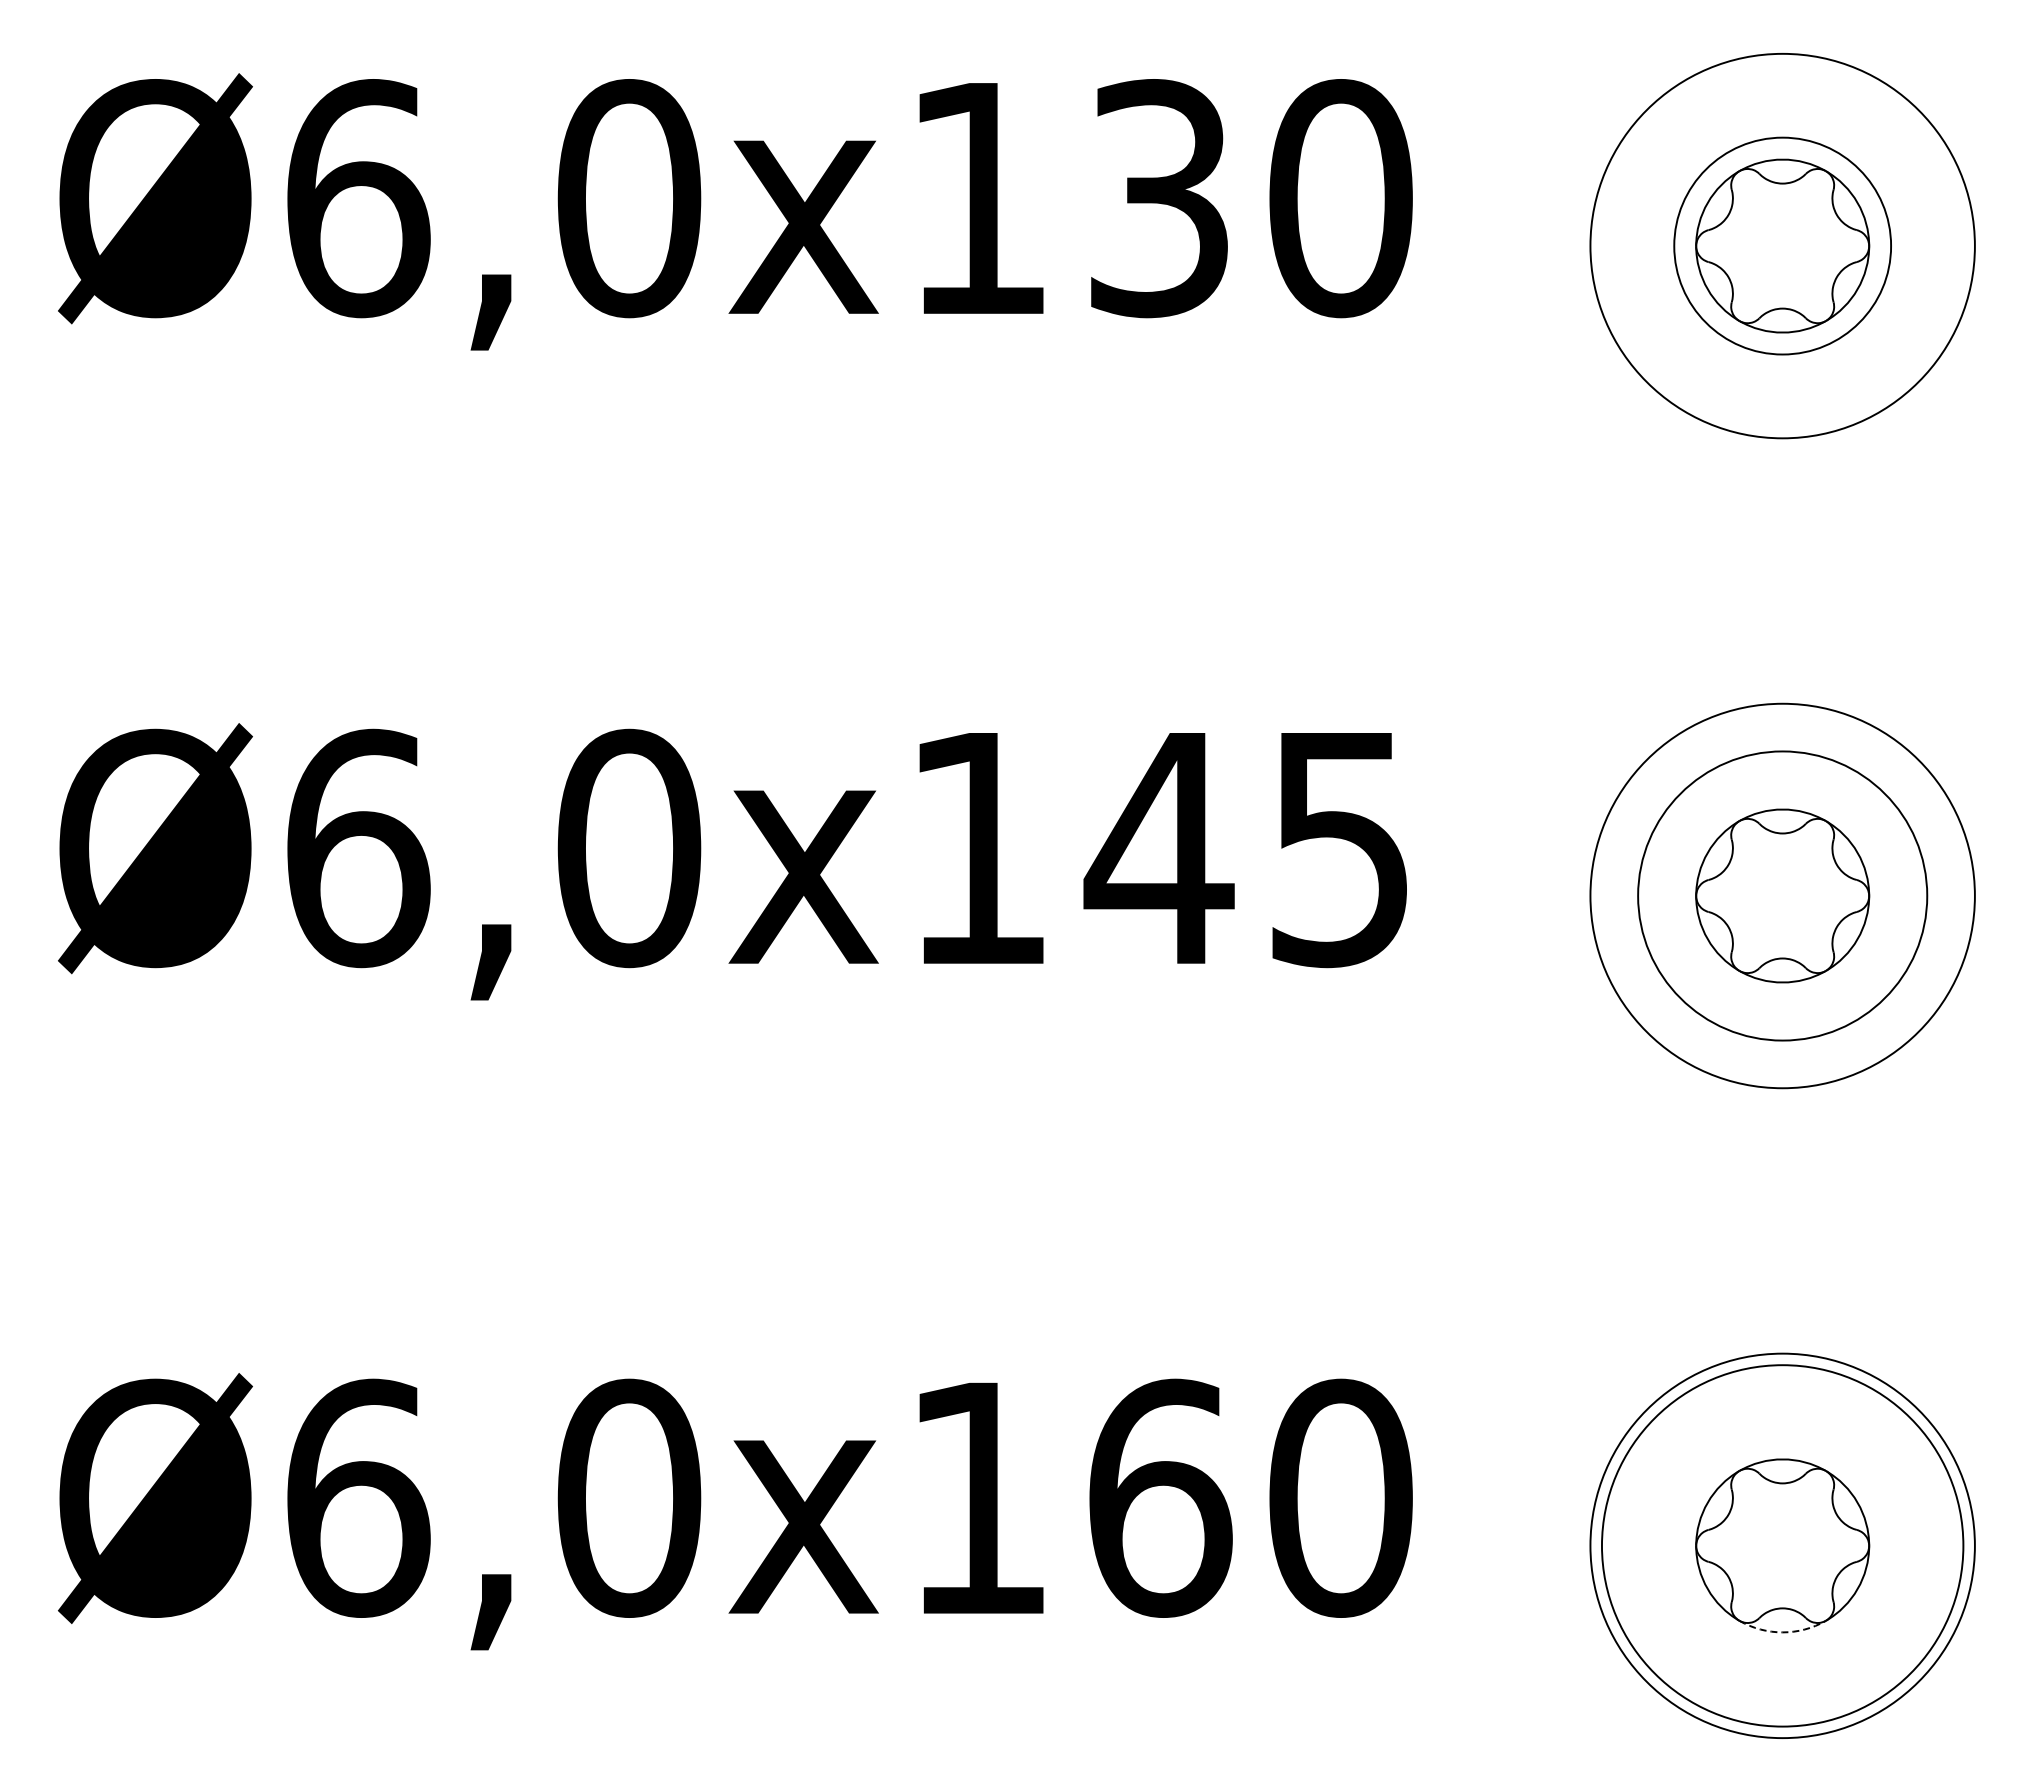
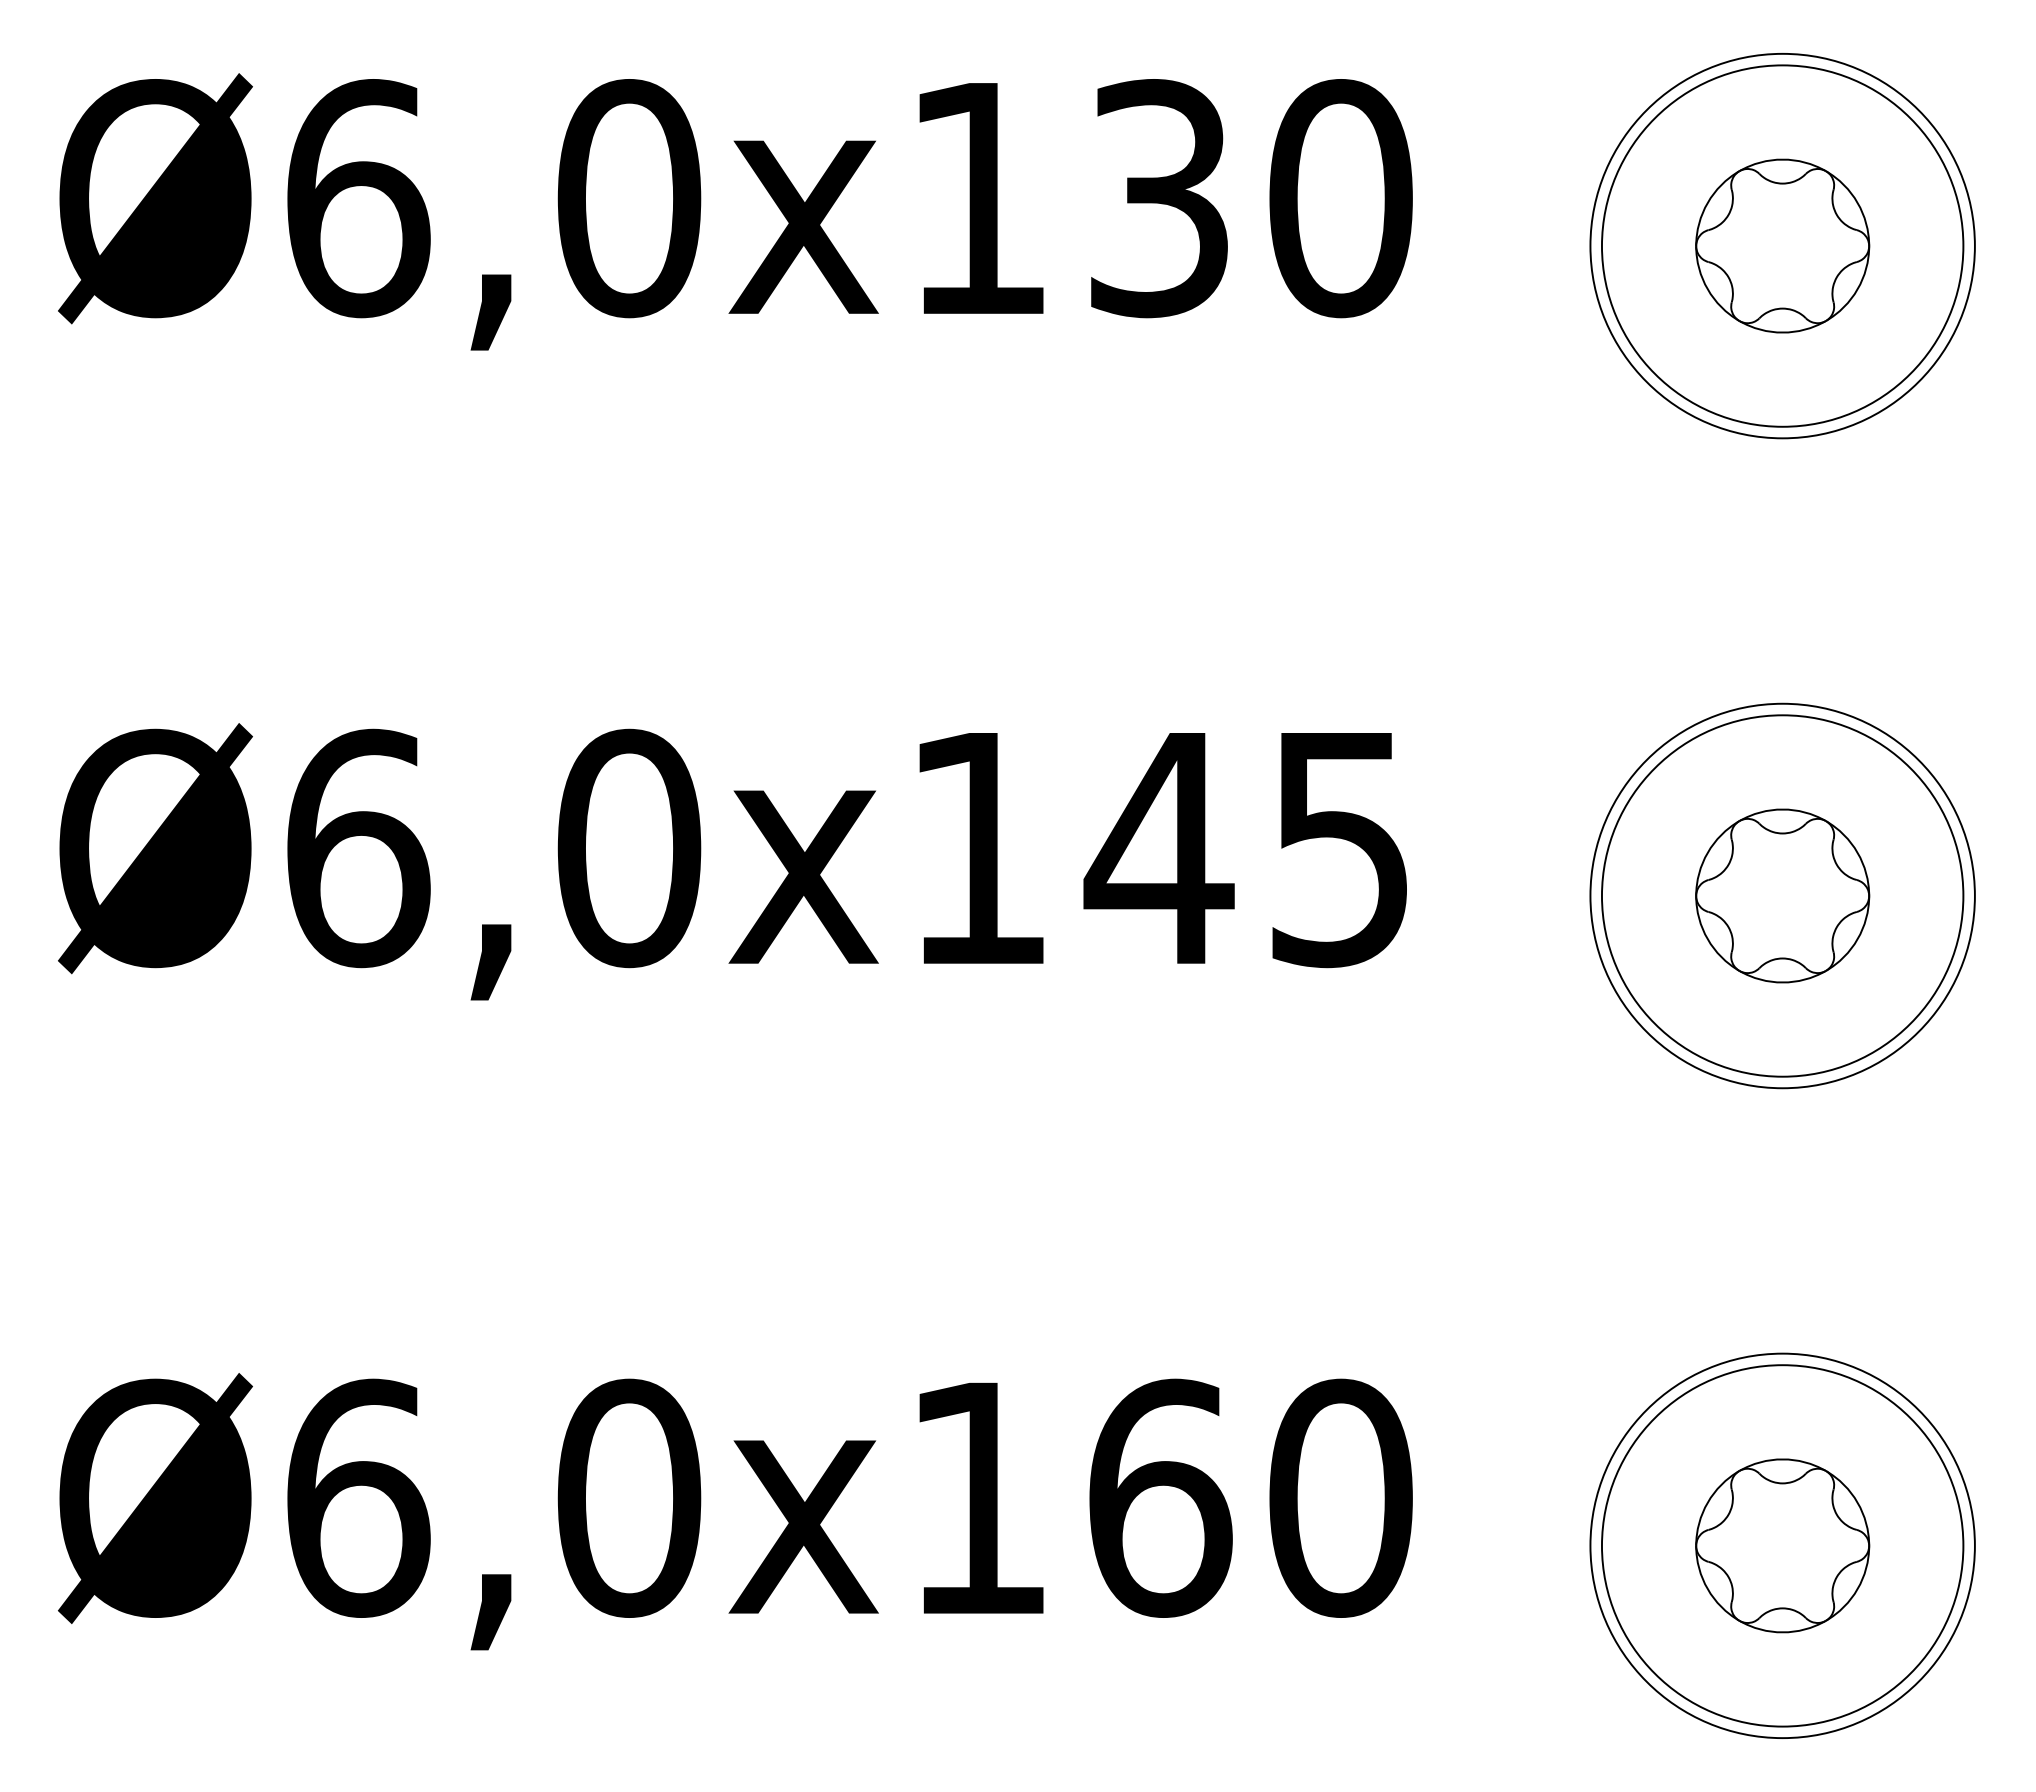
circle at (1782, 245) diameter: 217 px -> 361 px
circle at (1782, 895) diameter: 289 px -> 361 px
arc at (1782, 1632): dashed -> solid
